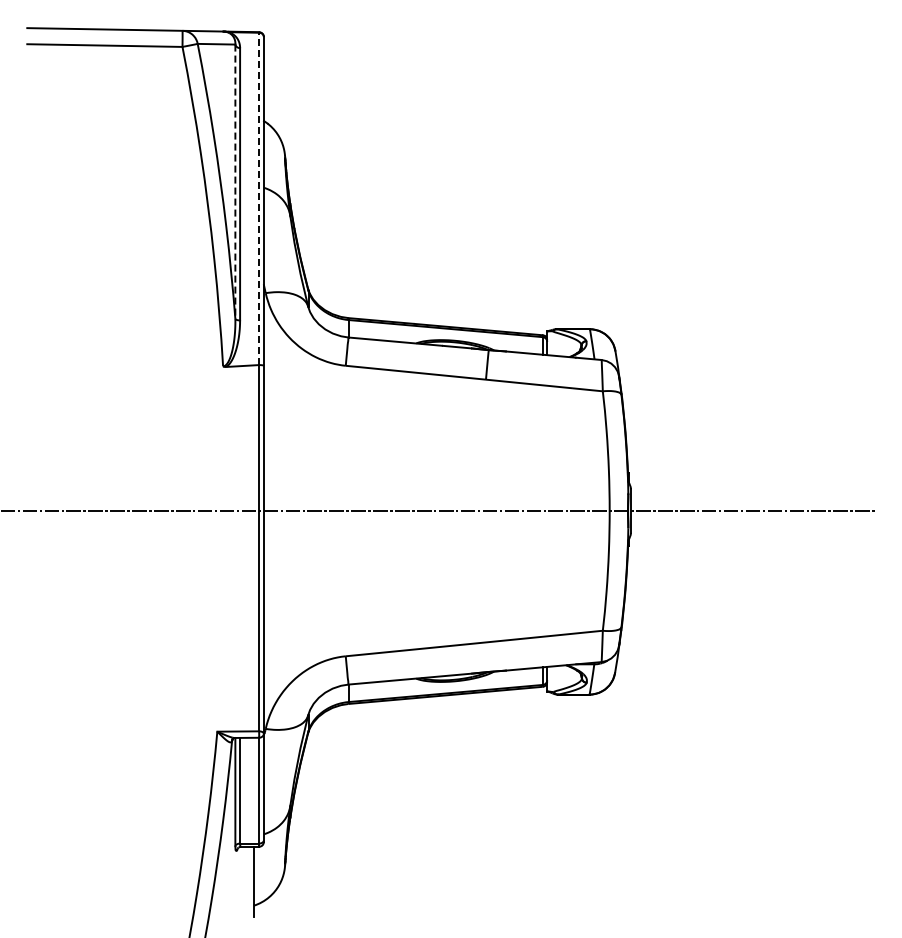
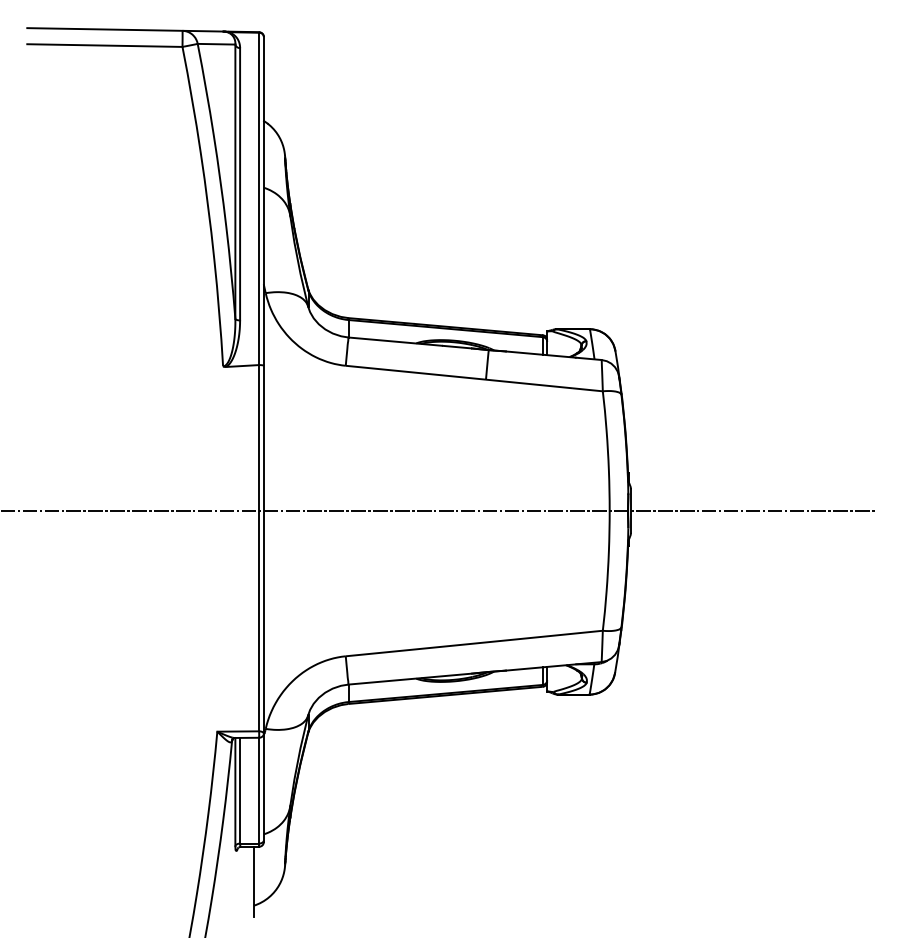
line at (235, 182): dashed -> solid
line at (259, 198): dashed -> solid
